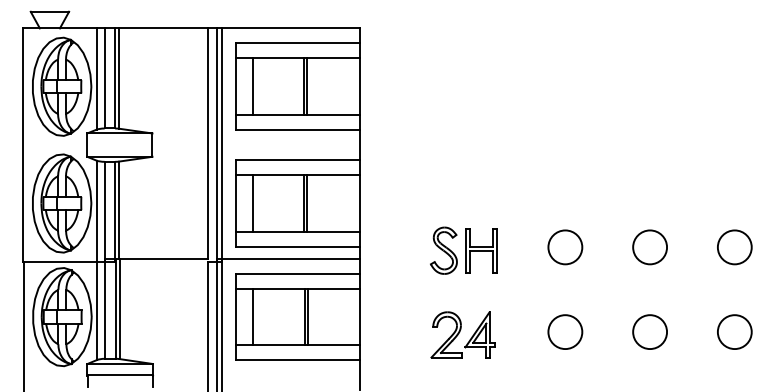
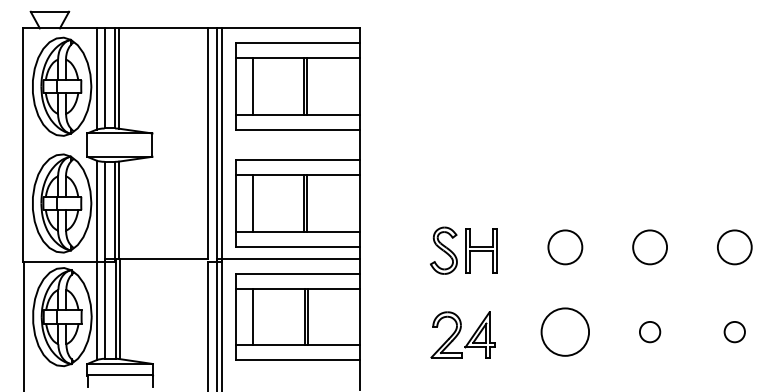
circle at (565, 331) size: 37x36 px -> 50x50 px
circle at (650, 332) diameter: 34 px -> 20 px
circle at (734, 332) diameter: 34 px -> 20 px
